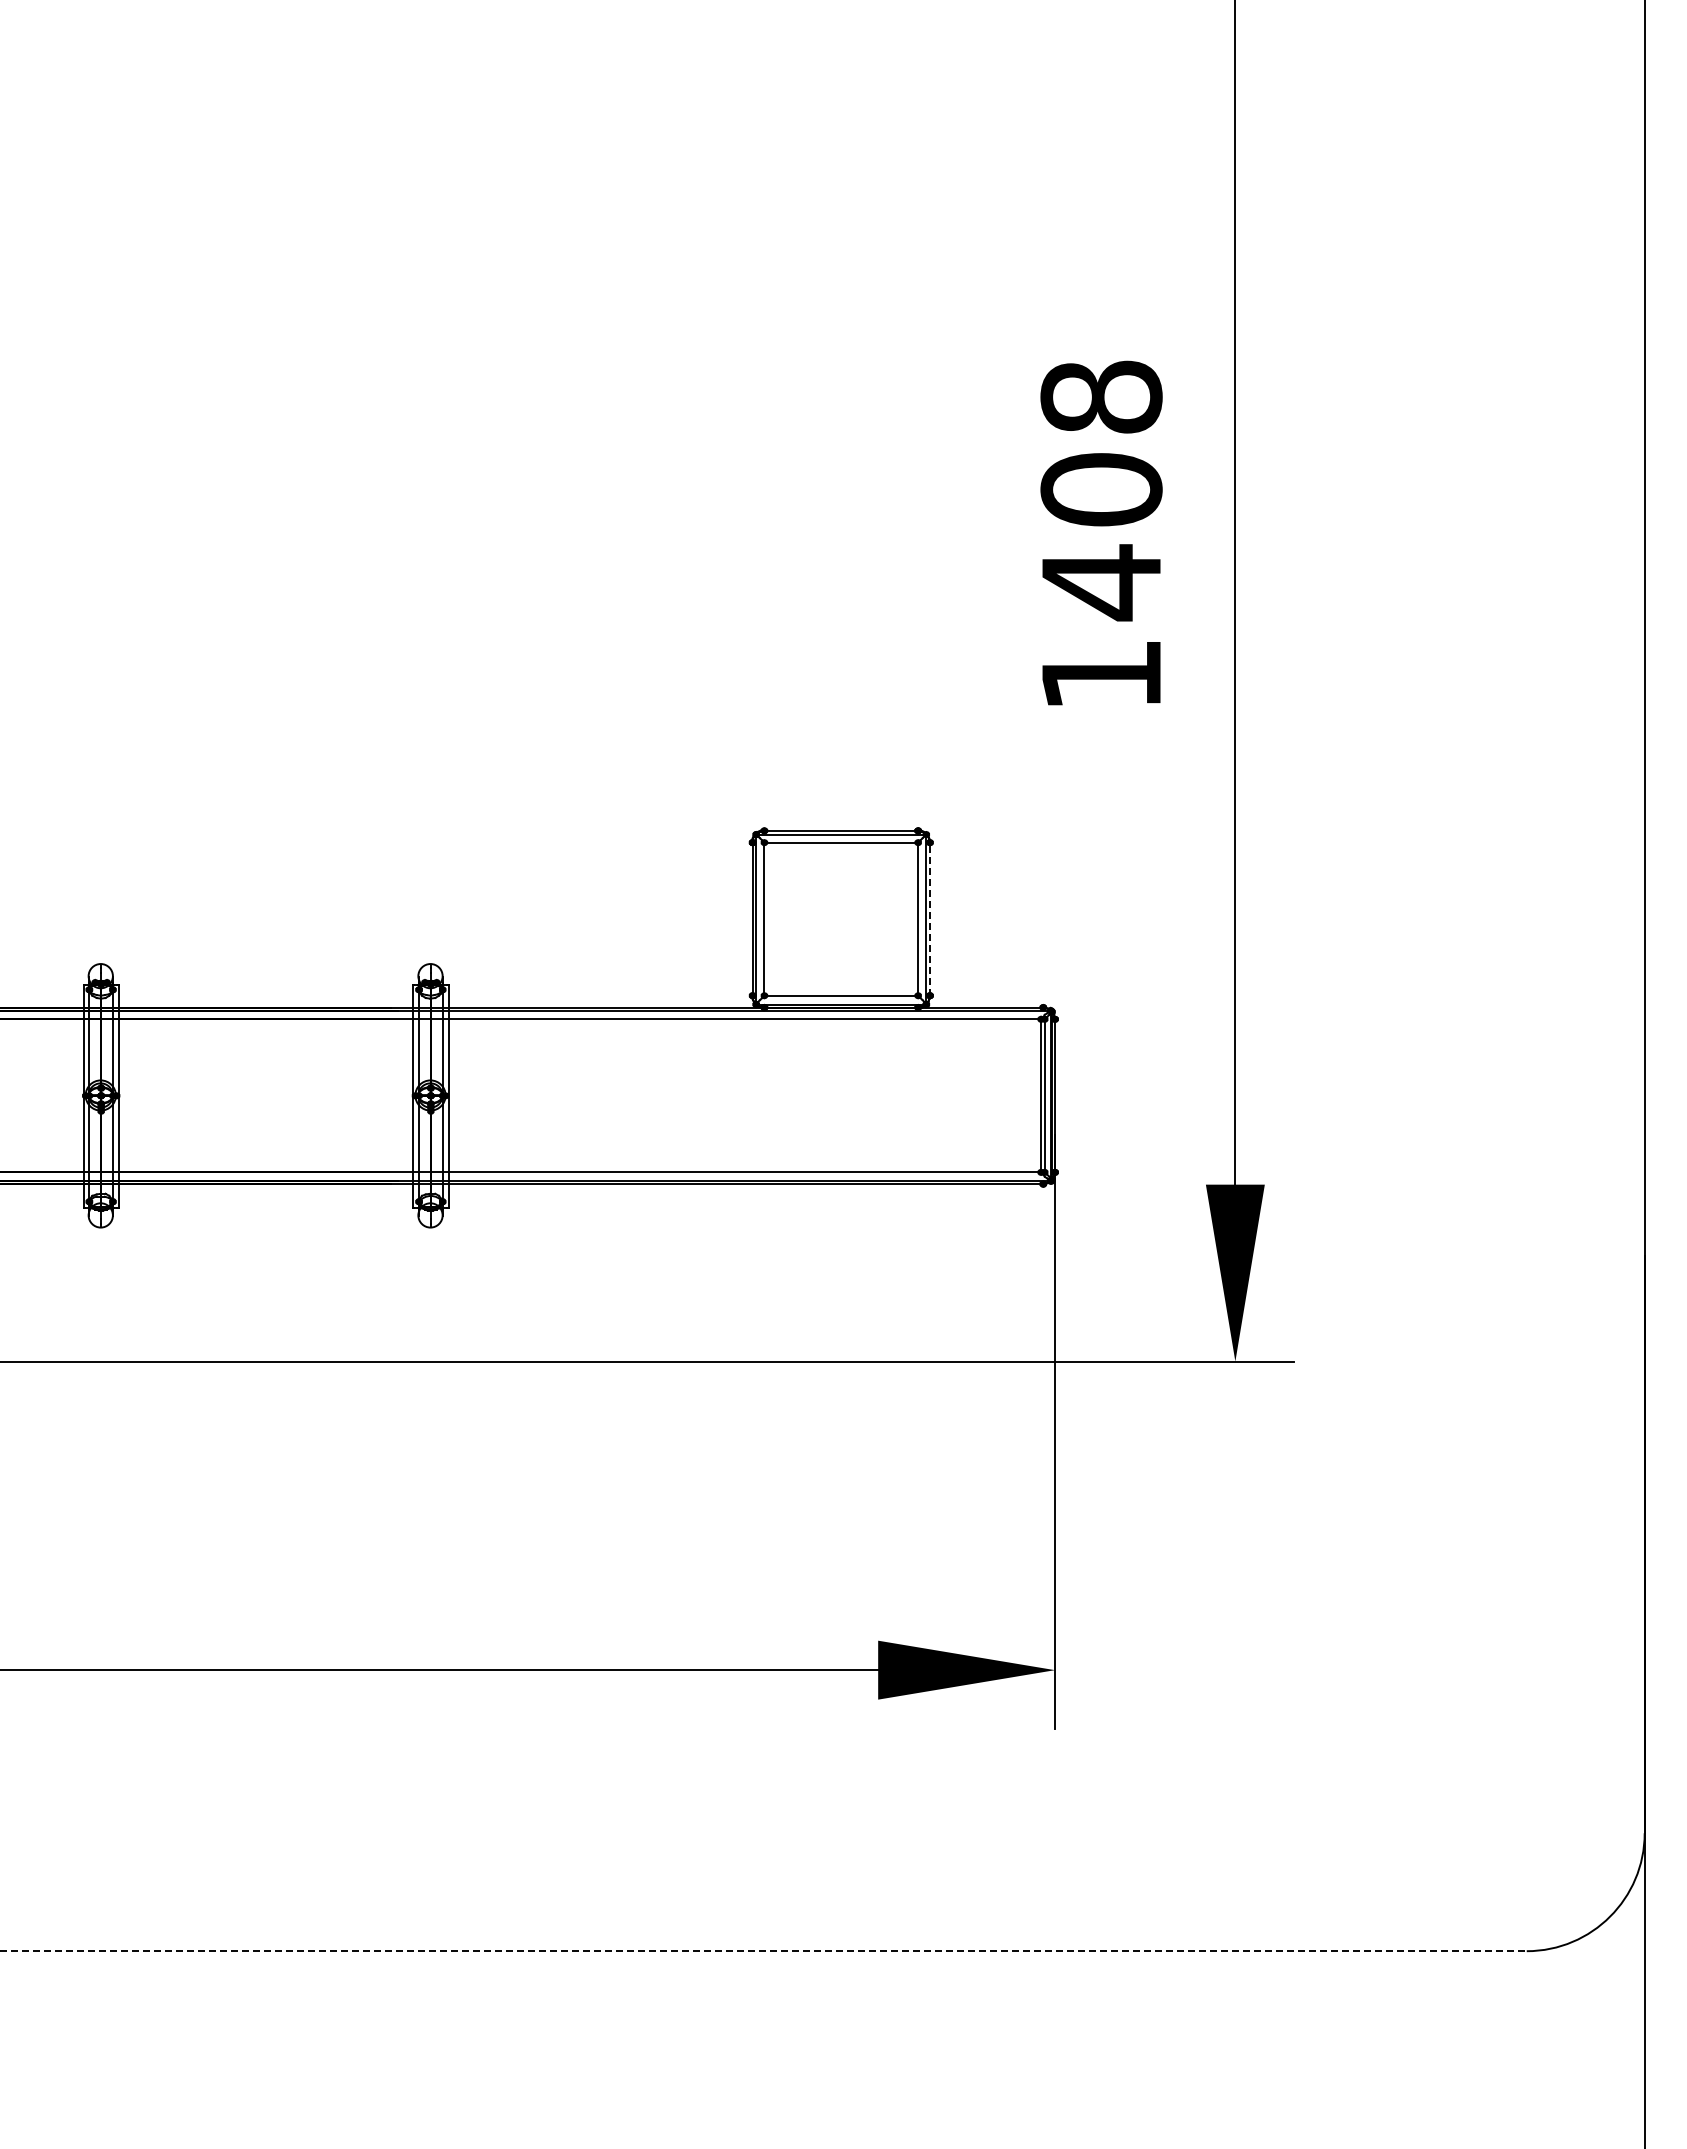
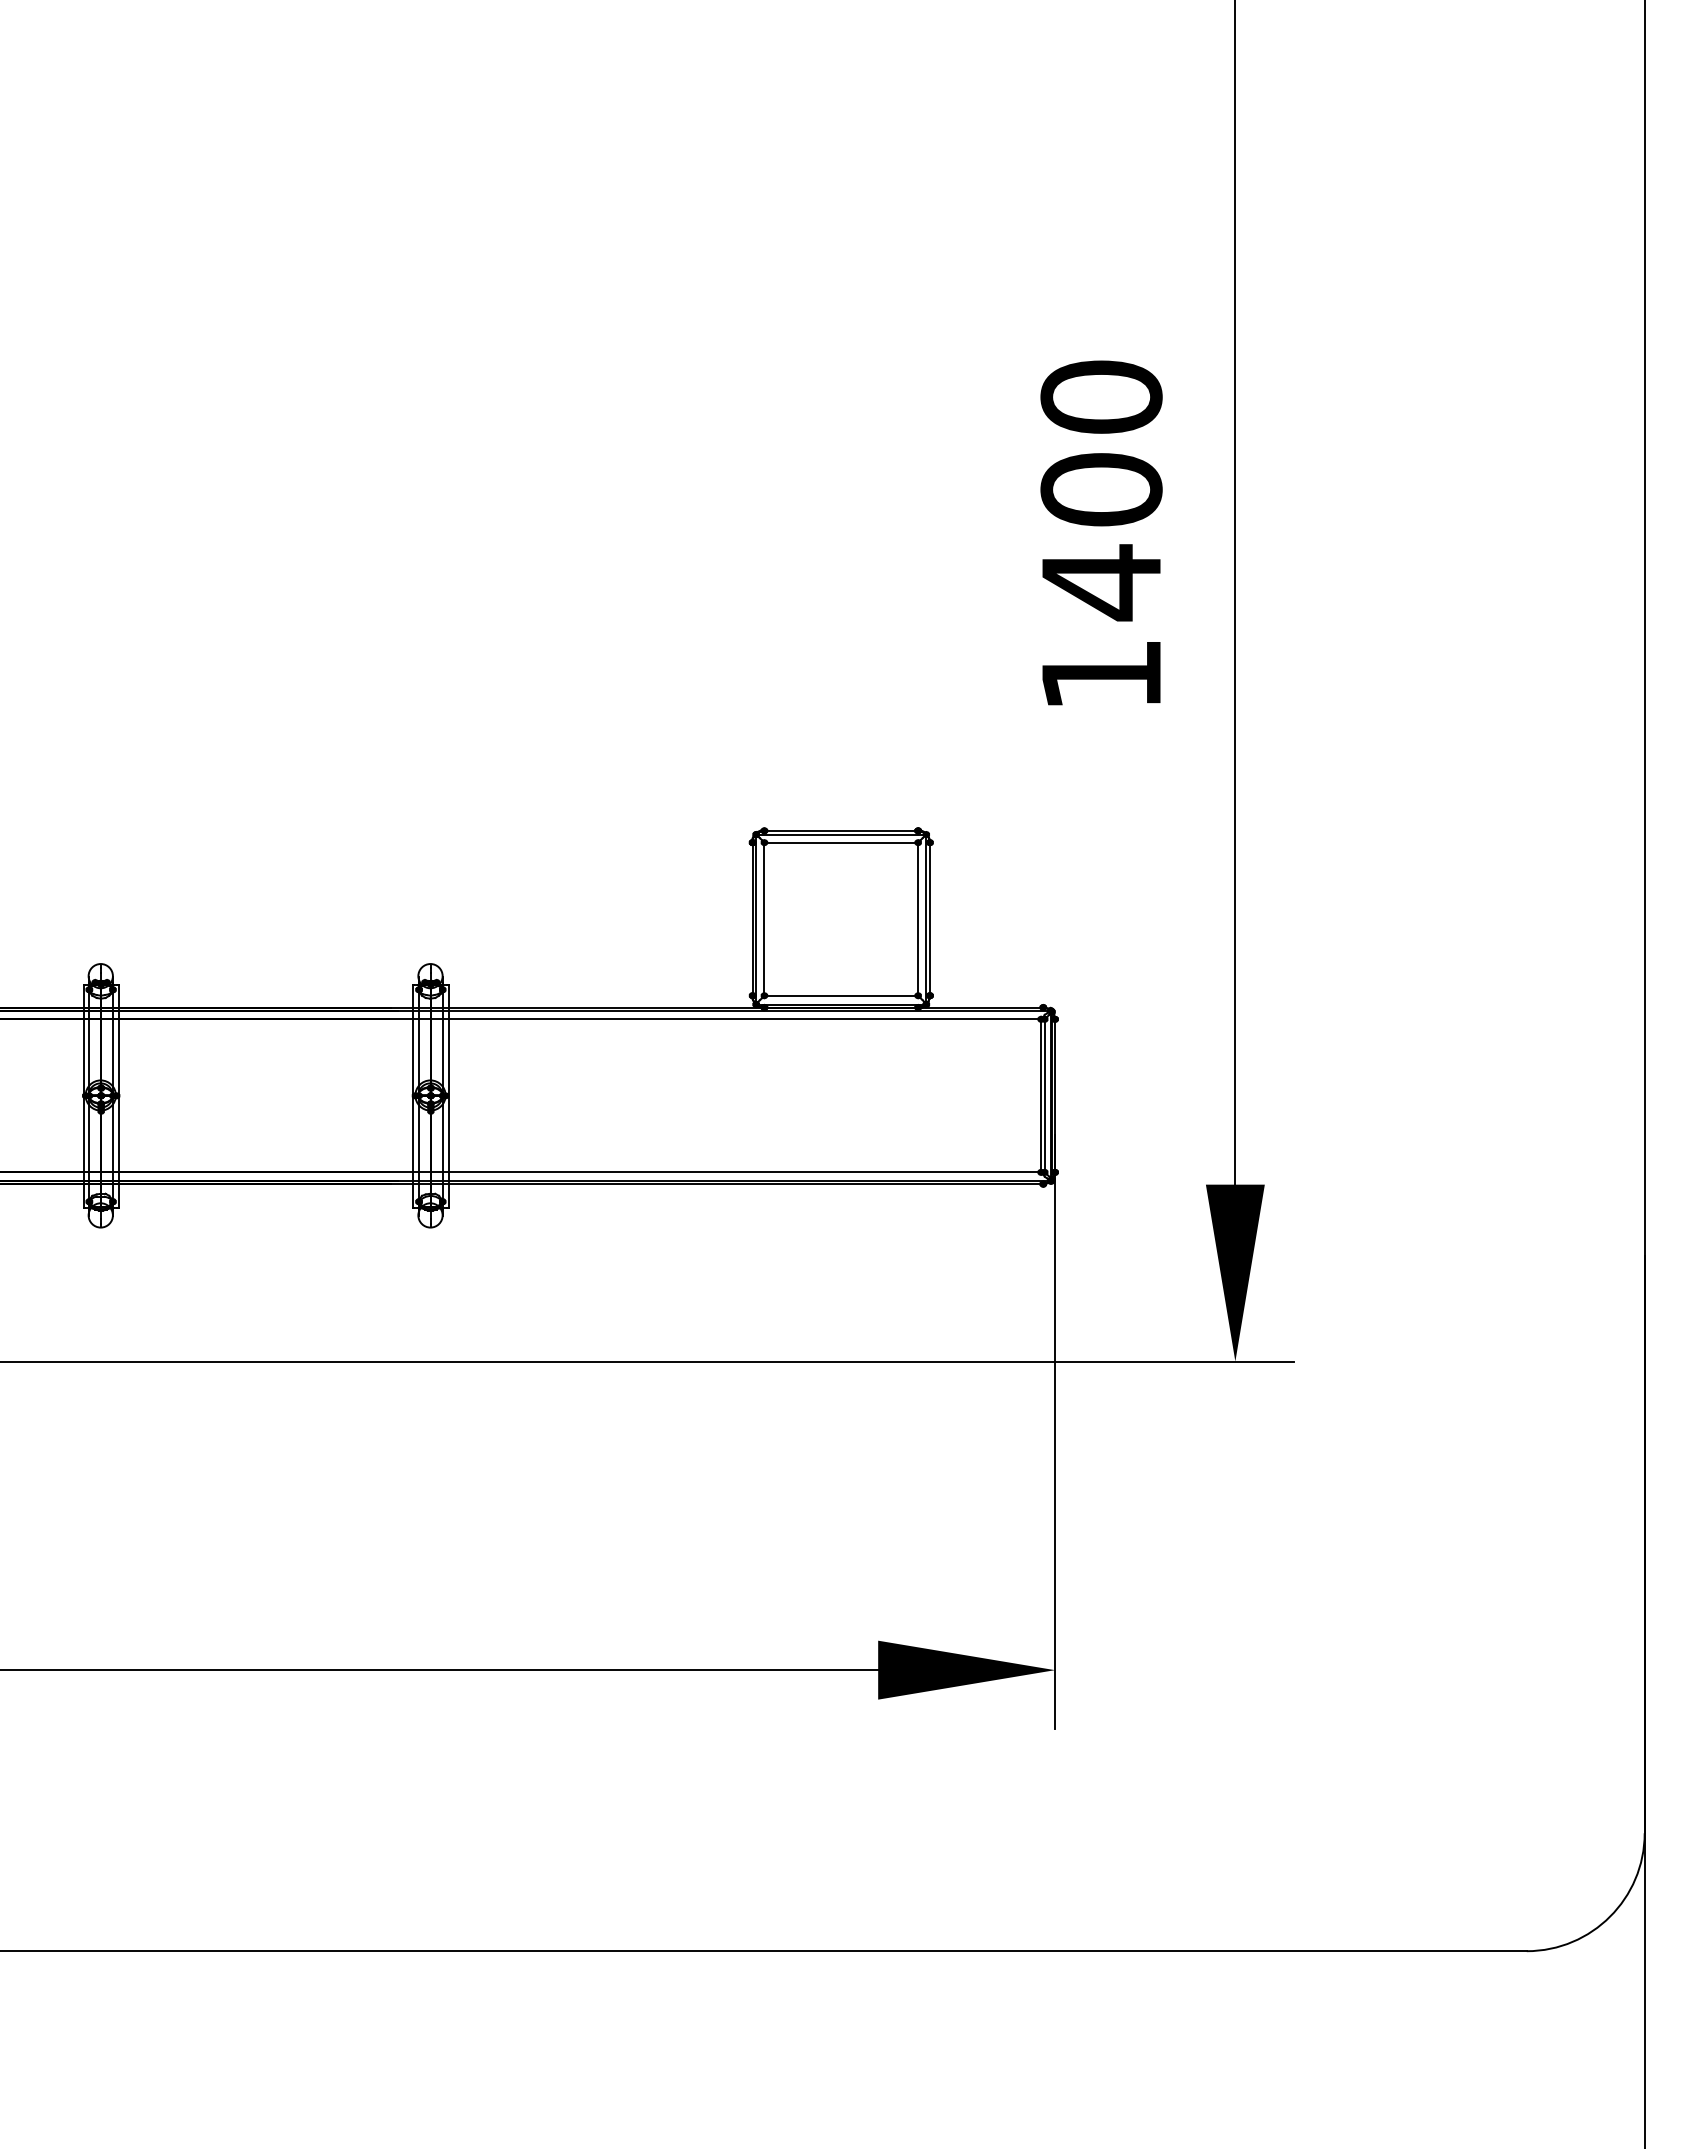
text at (1101, 396): 1408 -> 1400
line at (930, 919): dashed -> solid
line at (764, 1951): dashed -> solid
